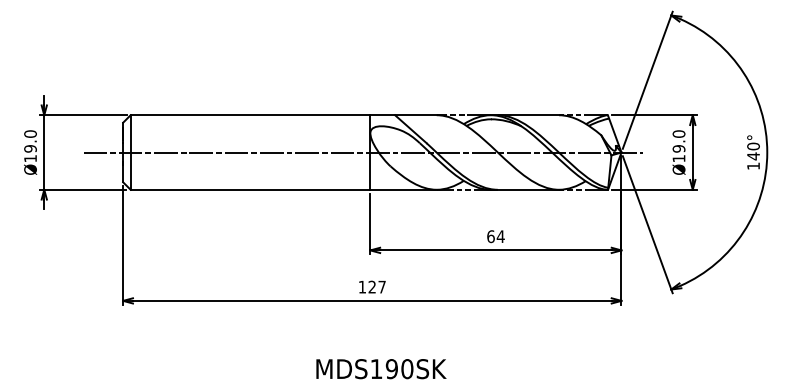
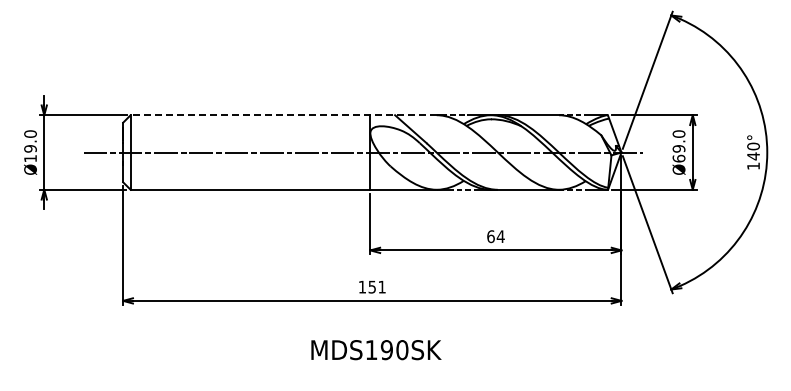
line at (283, 115): solid -> dashed
text at (678, 158): Ø19.0 -> Ø69.0
text at (376, 286): 127 -> 151
text at (381, 369) position: (381, 369) -> (376, 350)
